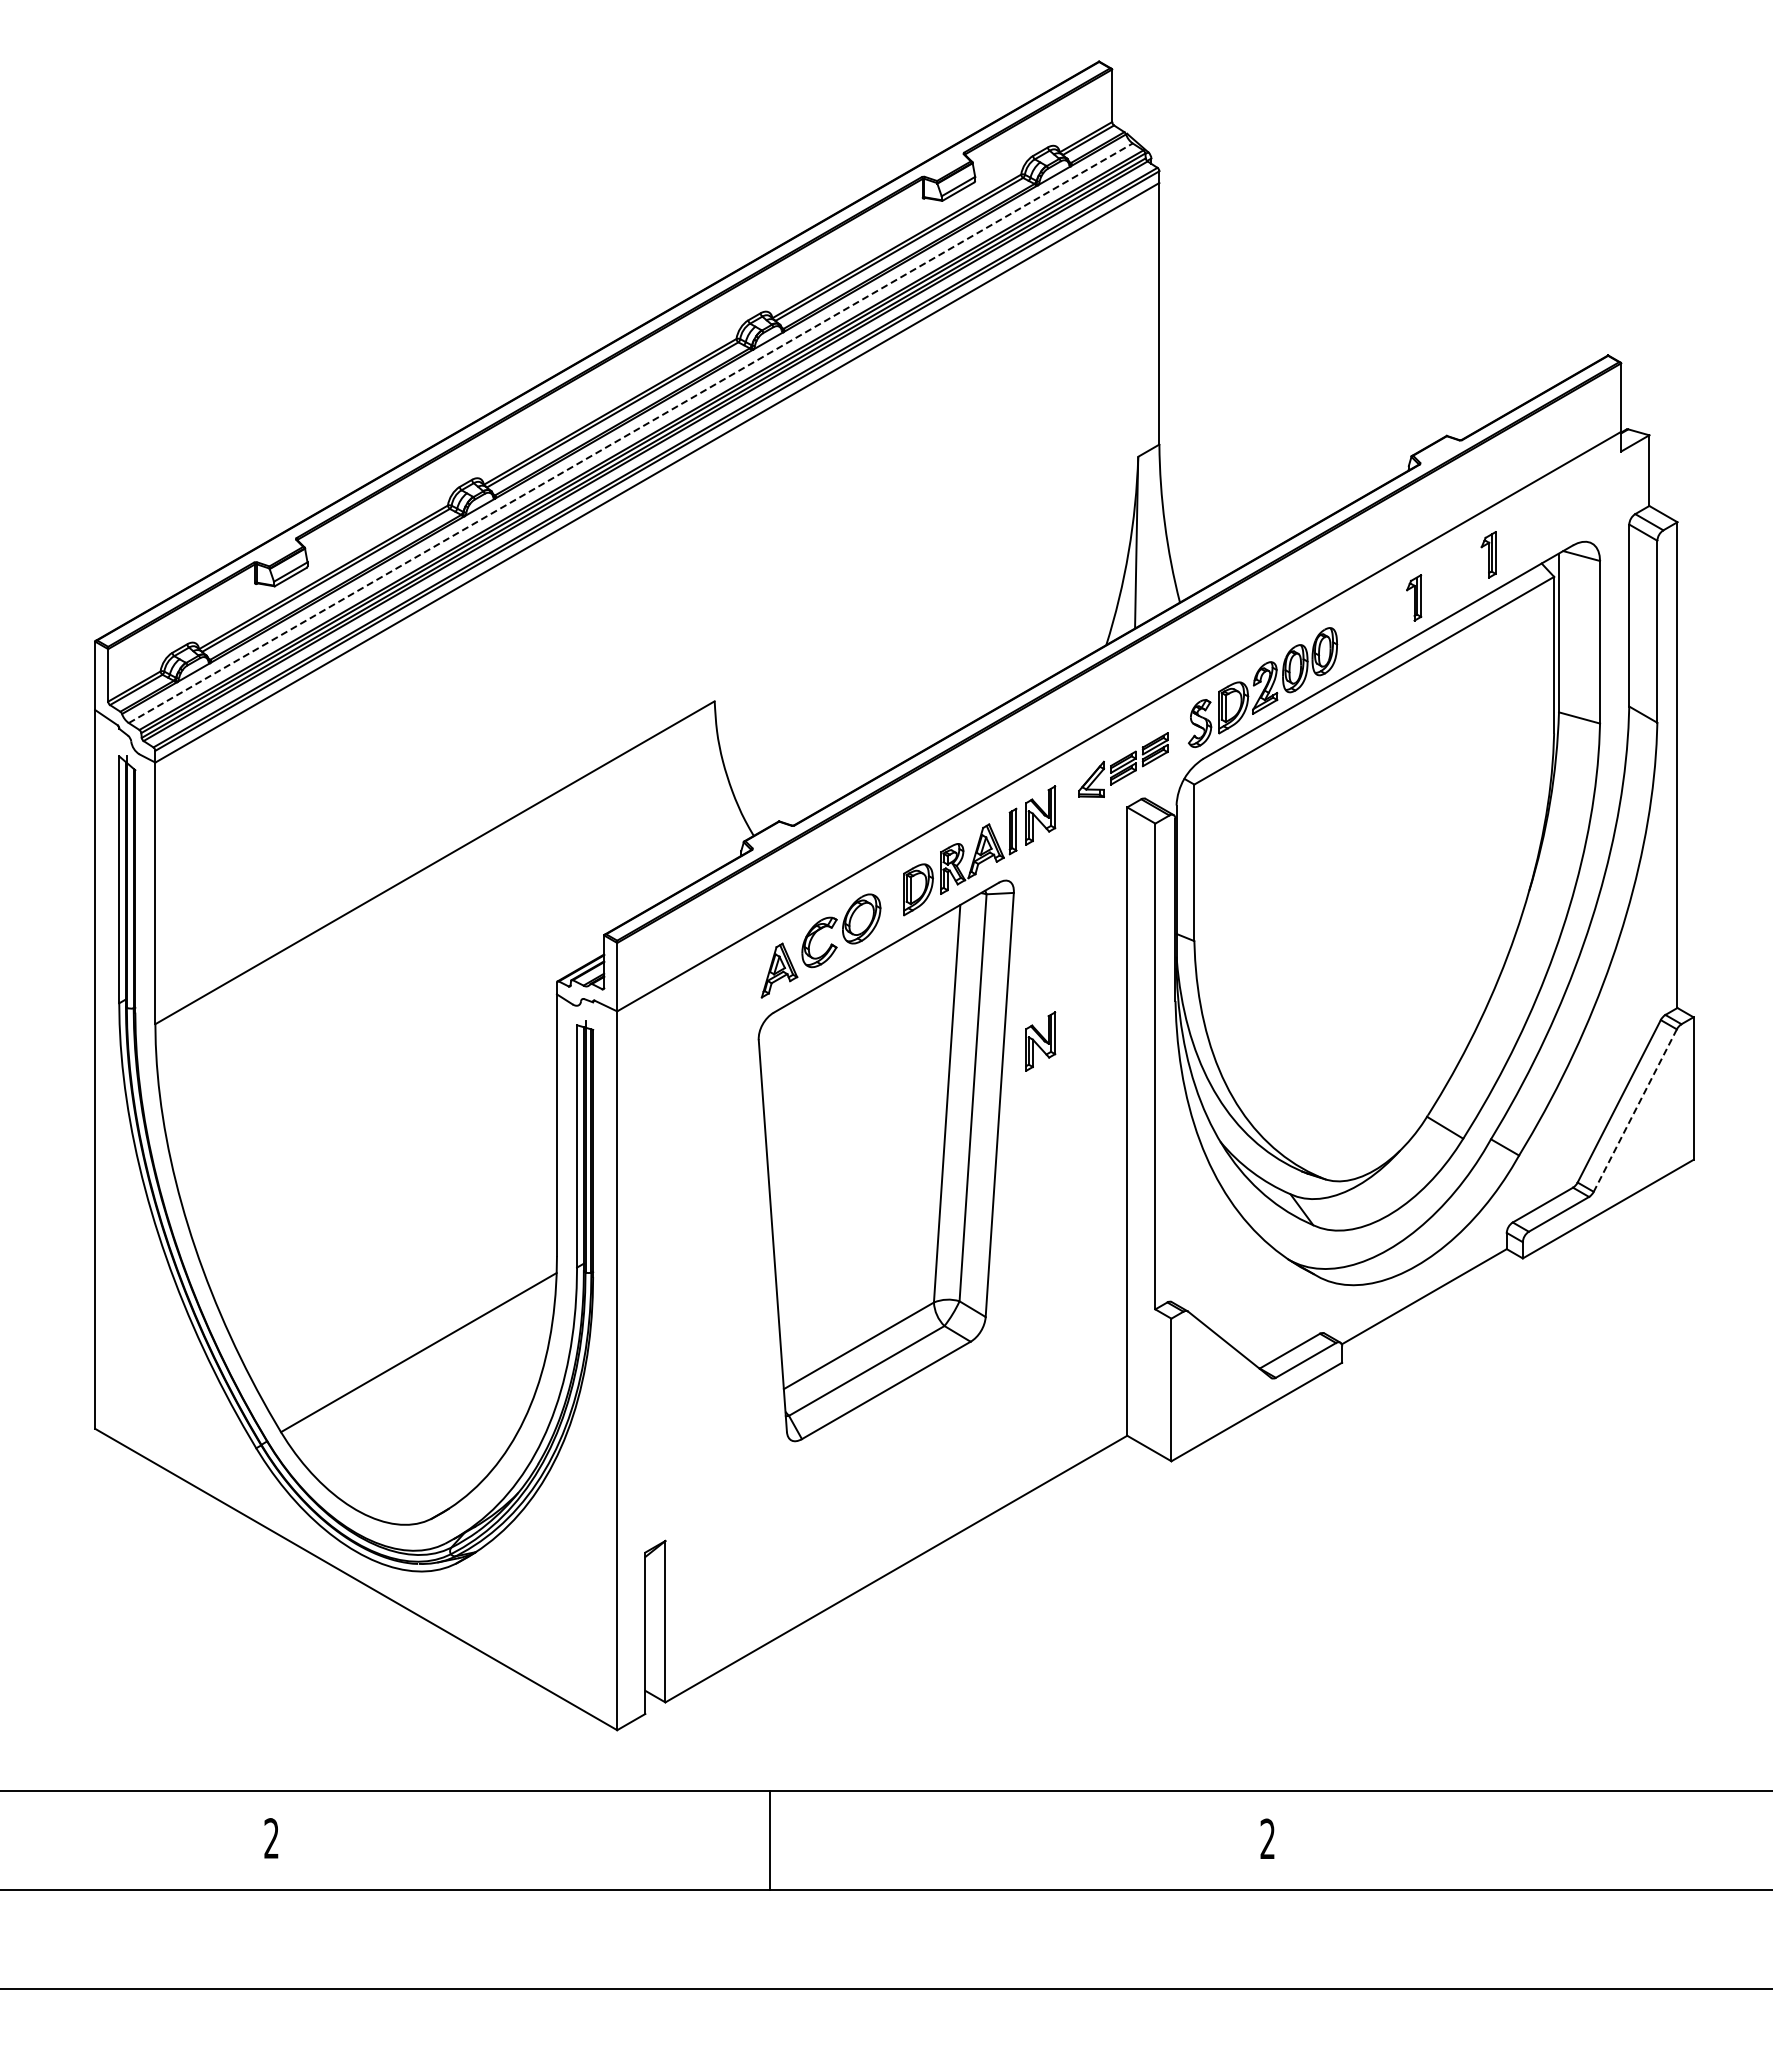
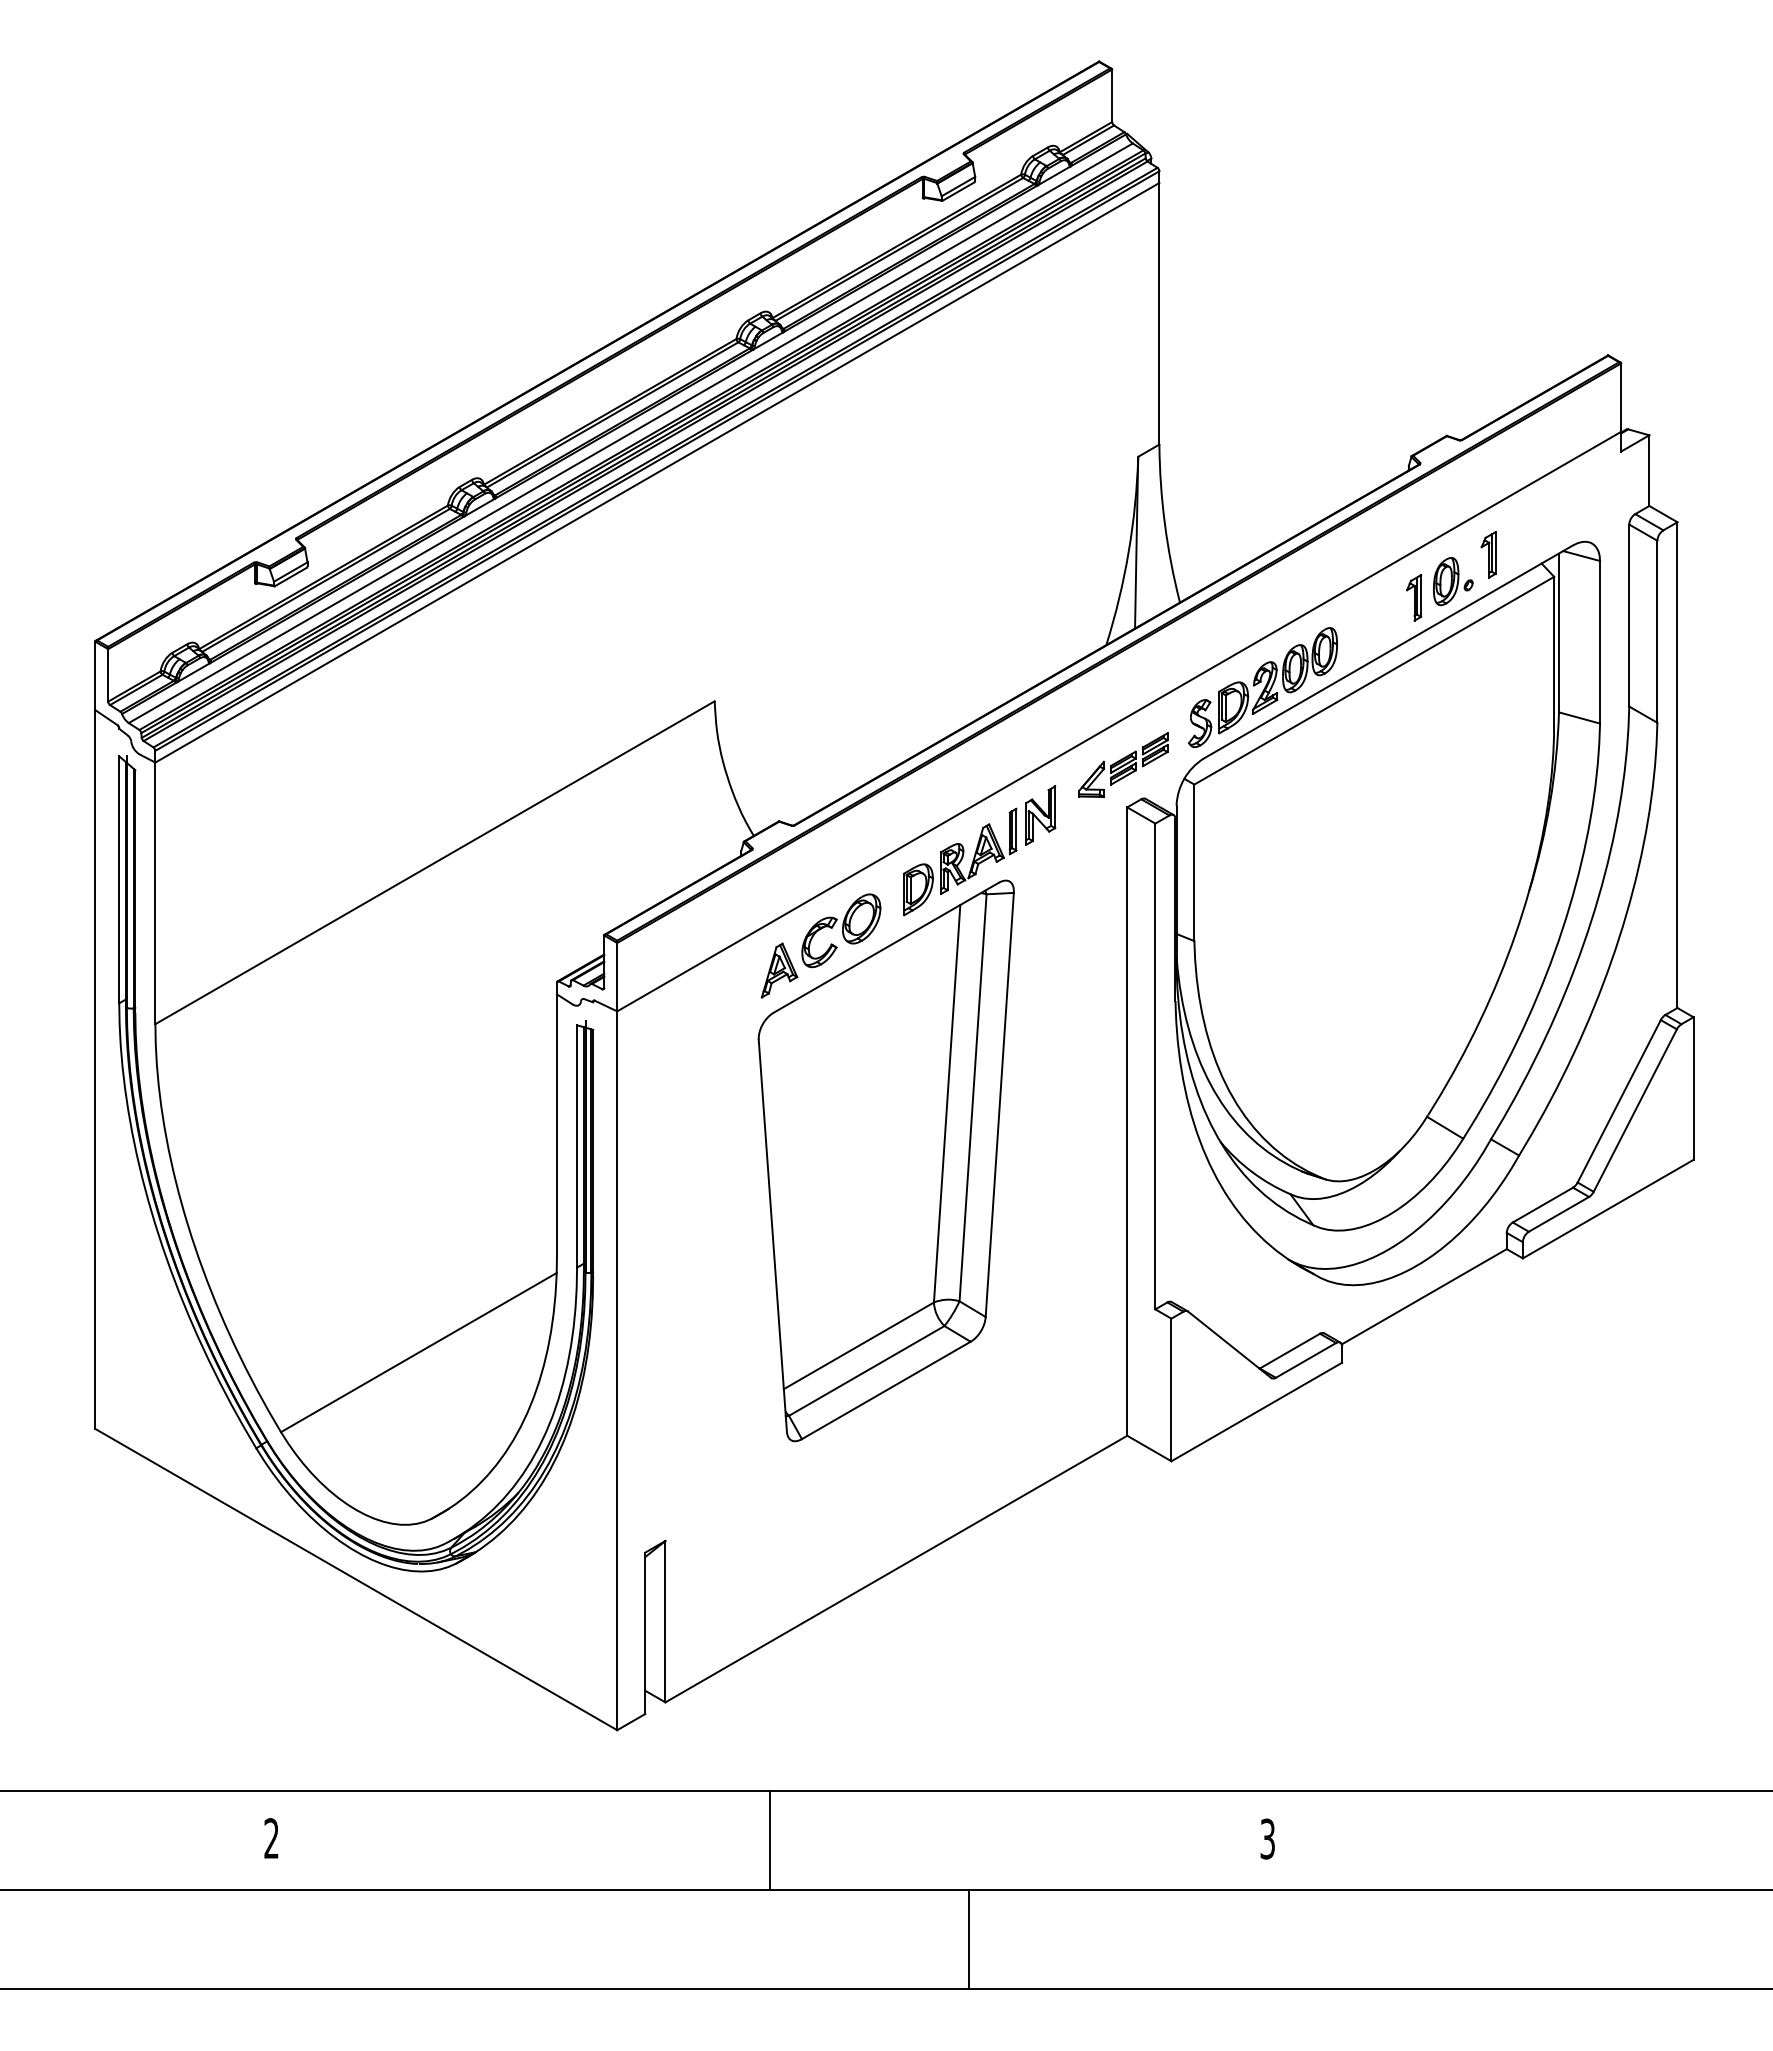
line at (630, 433): dashed -> solid
part at (1453, 581): none -> present
part at (1040, 1041): present -> none
line at (1635, 1111): dashed -> solid
text at (1267, 1838): 2 -> 3
line at (968, 1939): none -> present
